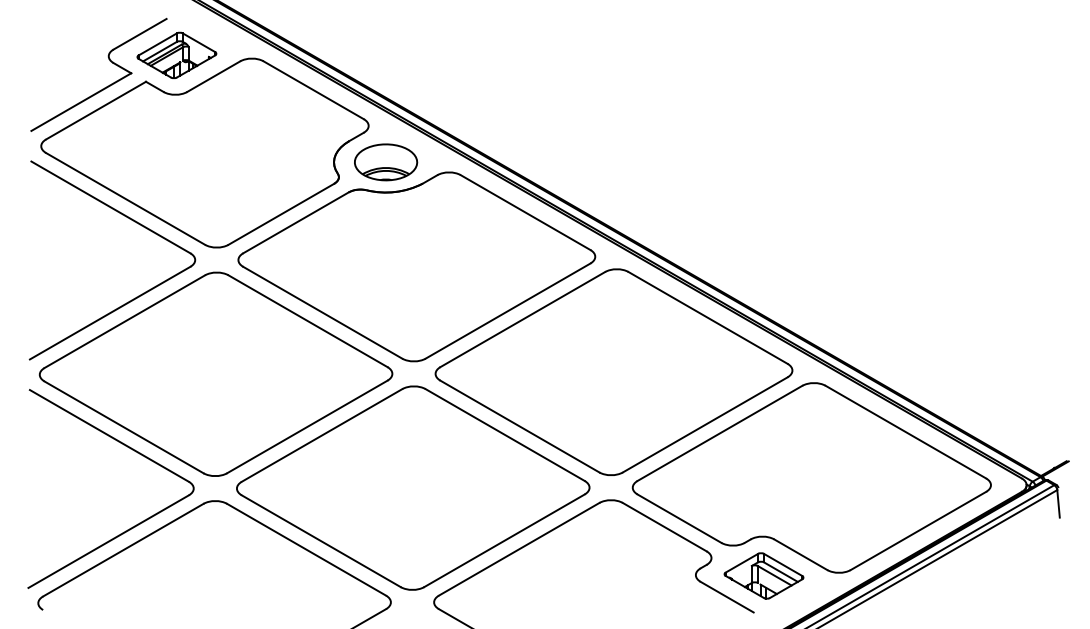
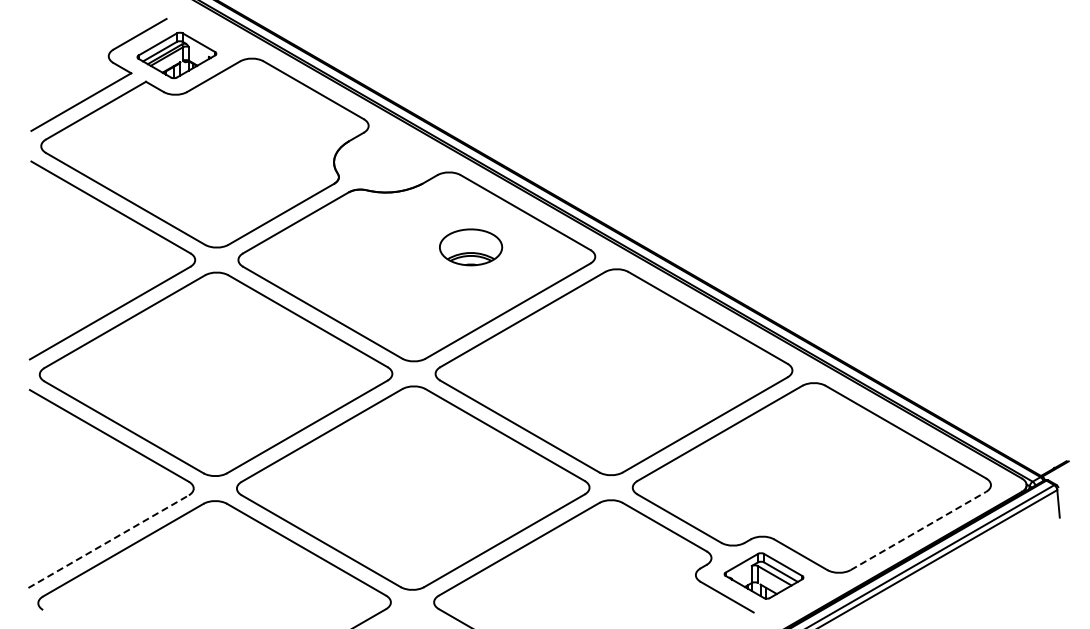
part at (386, 162) position: (386, 162) -> (471, 247)
line at (918, 530): solid -> dashed
line at (108, 541): solid -> dashed
